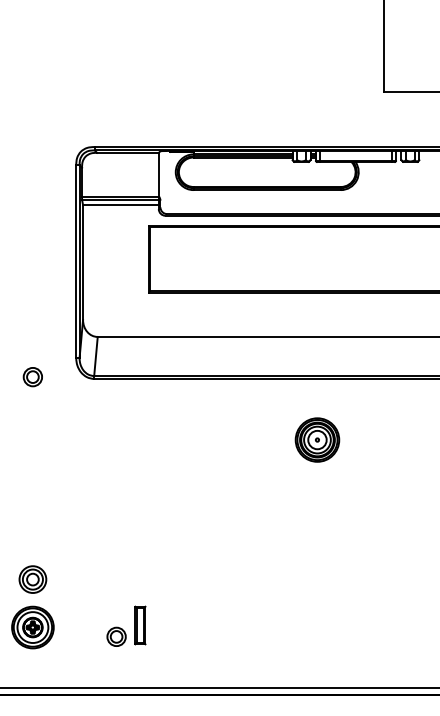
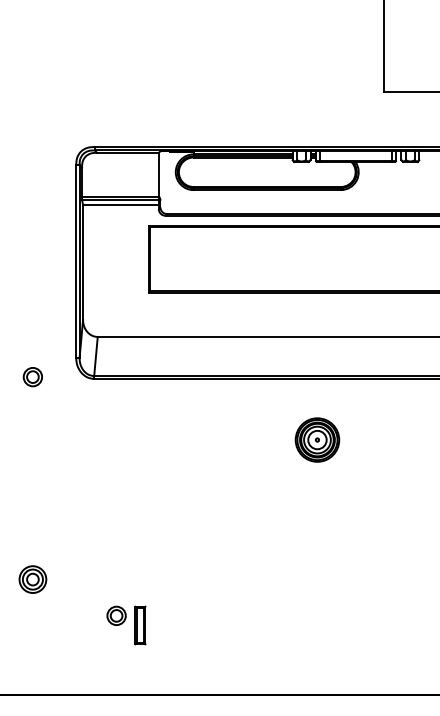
part at (32, 627): present -> none
part at (116, 636) position: (116, 636) -> (116, 615)
line at (219, 687): present -> none
